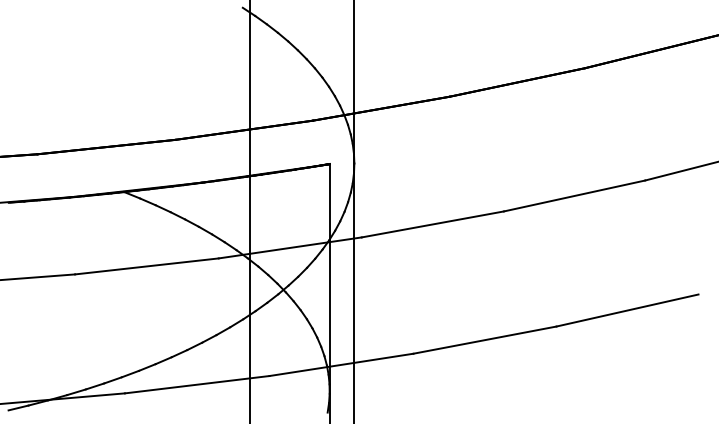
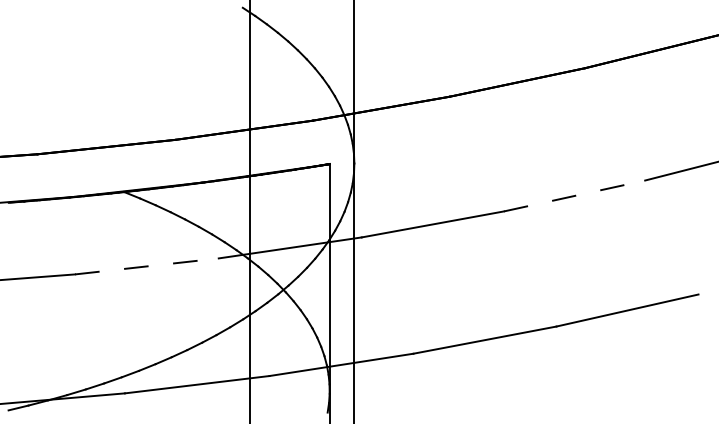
line at (575, 195): solid -> dashed
line at (147, 266): solid -> dashed
